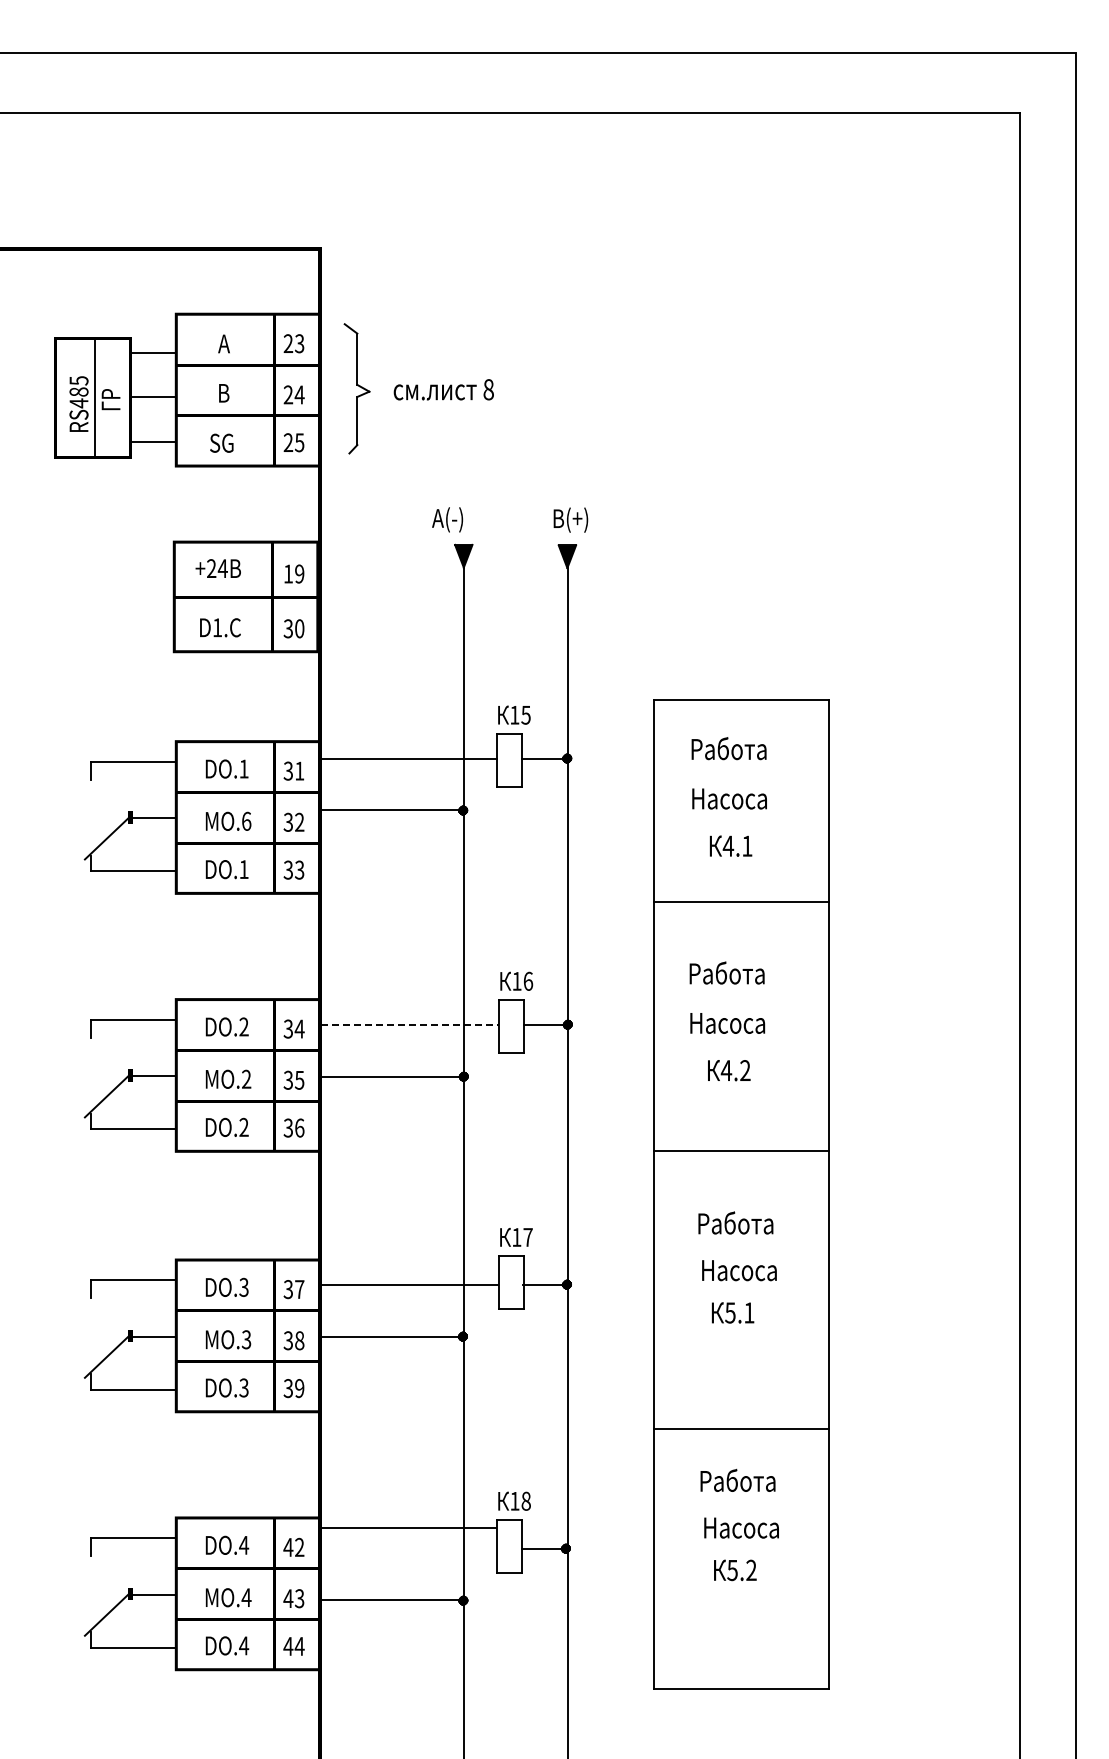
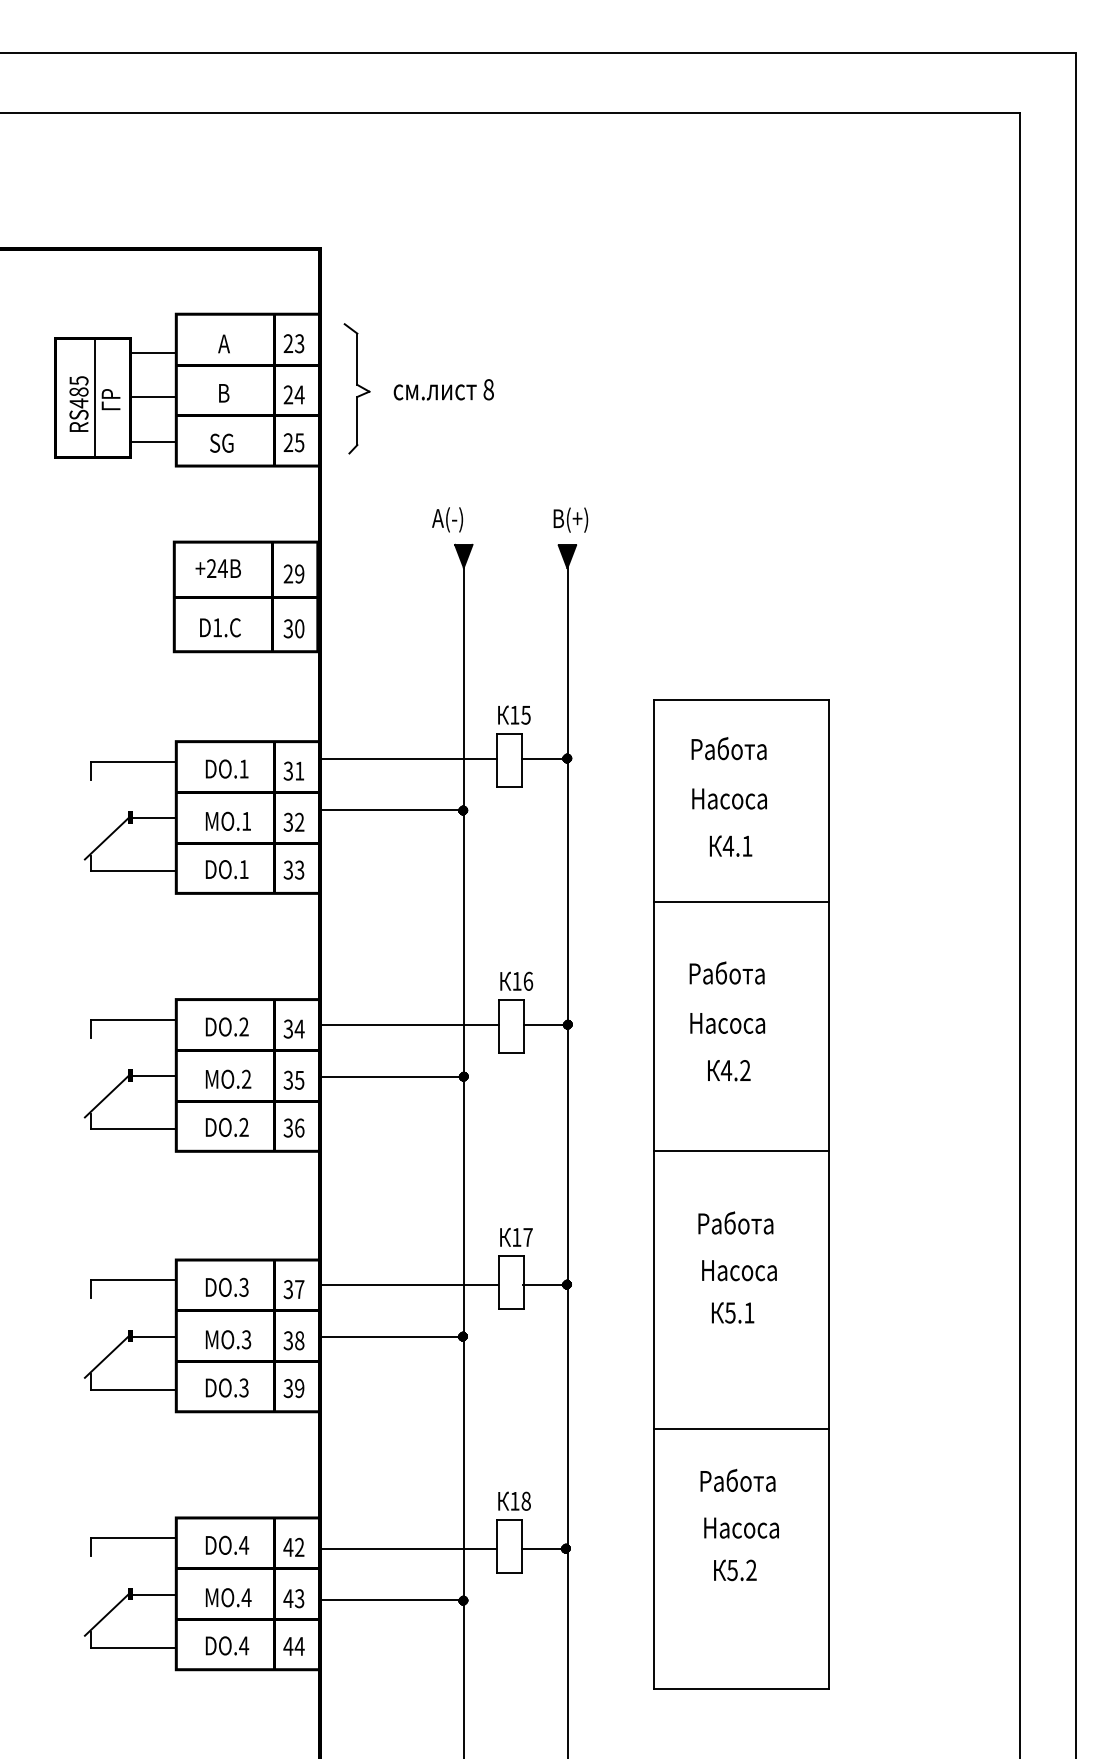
text at (288, 573): 19 -> 29
text at (246, 820): .6 -> .1
line at (410, 1024): dashed -> solid
line at (407, 1527) position: (407, 1527) -> (407, 1548)
